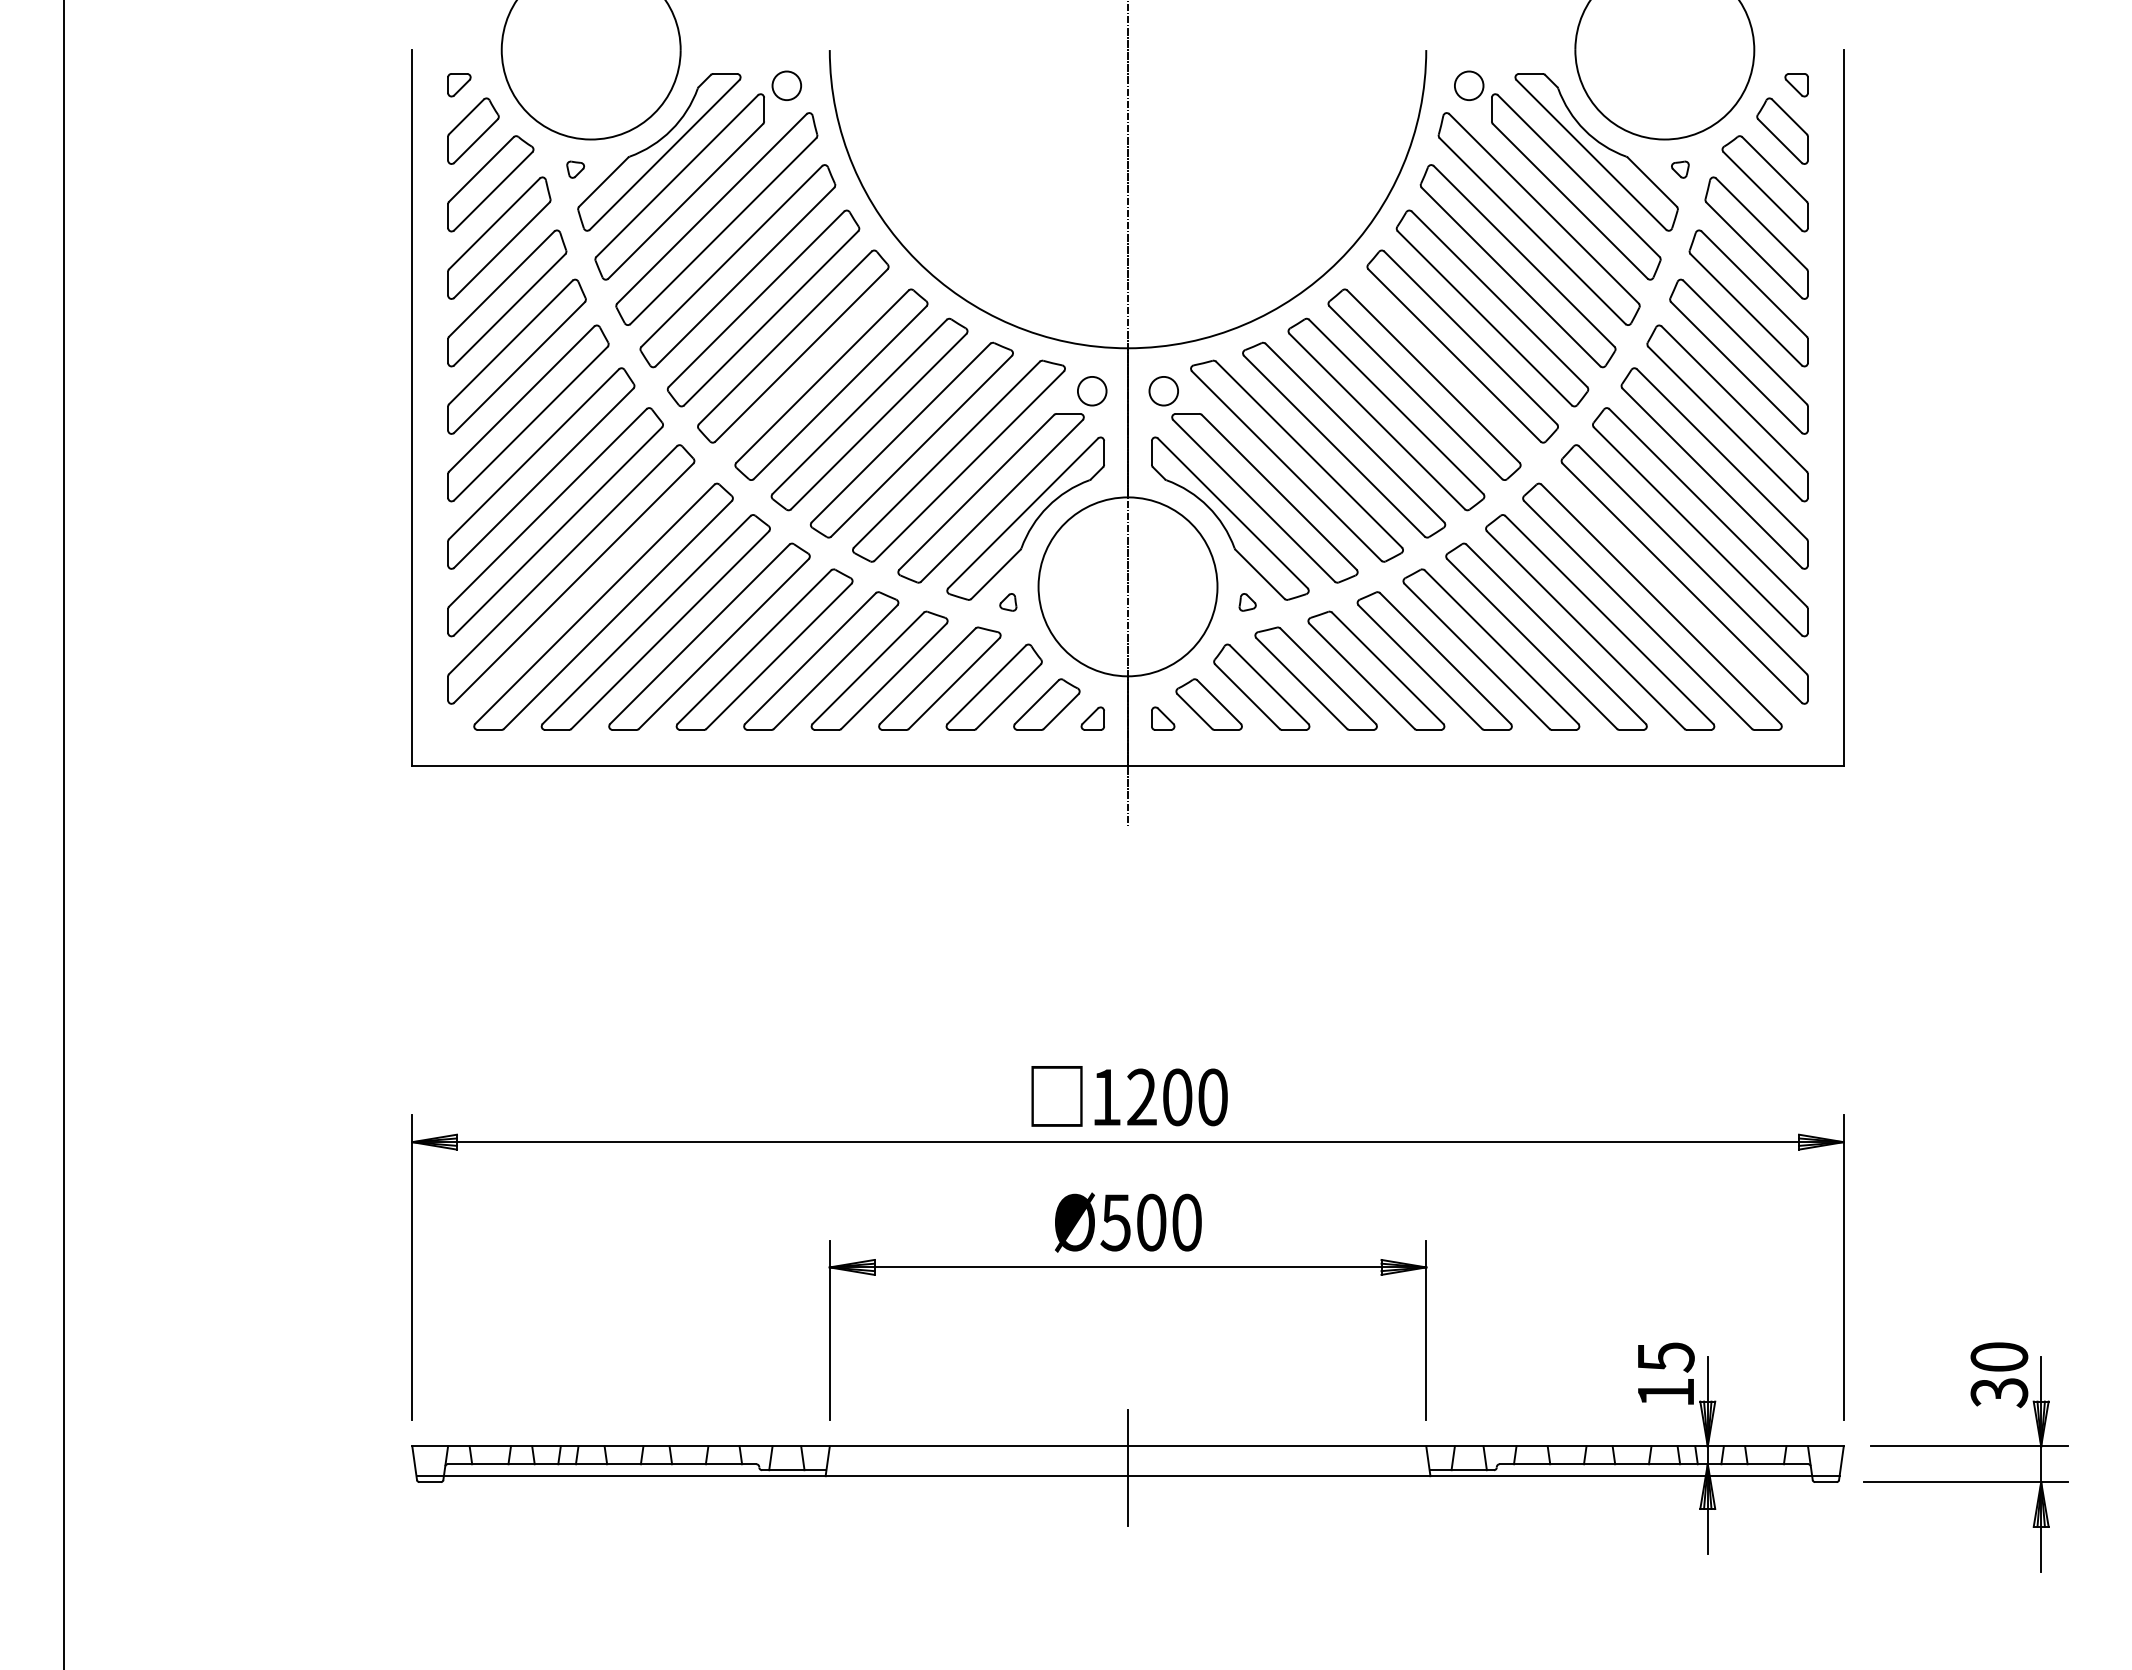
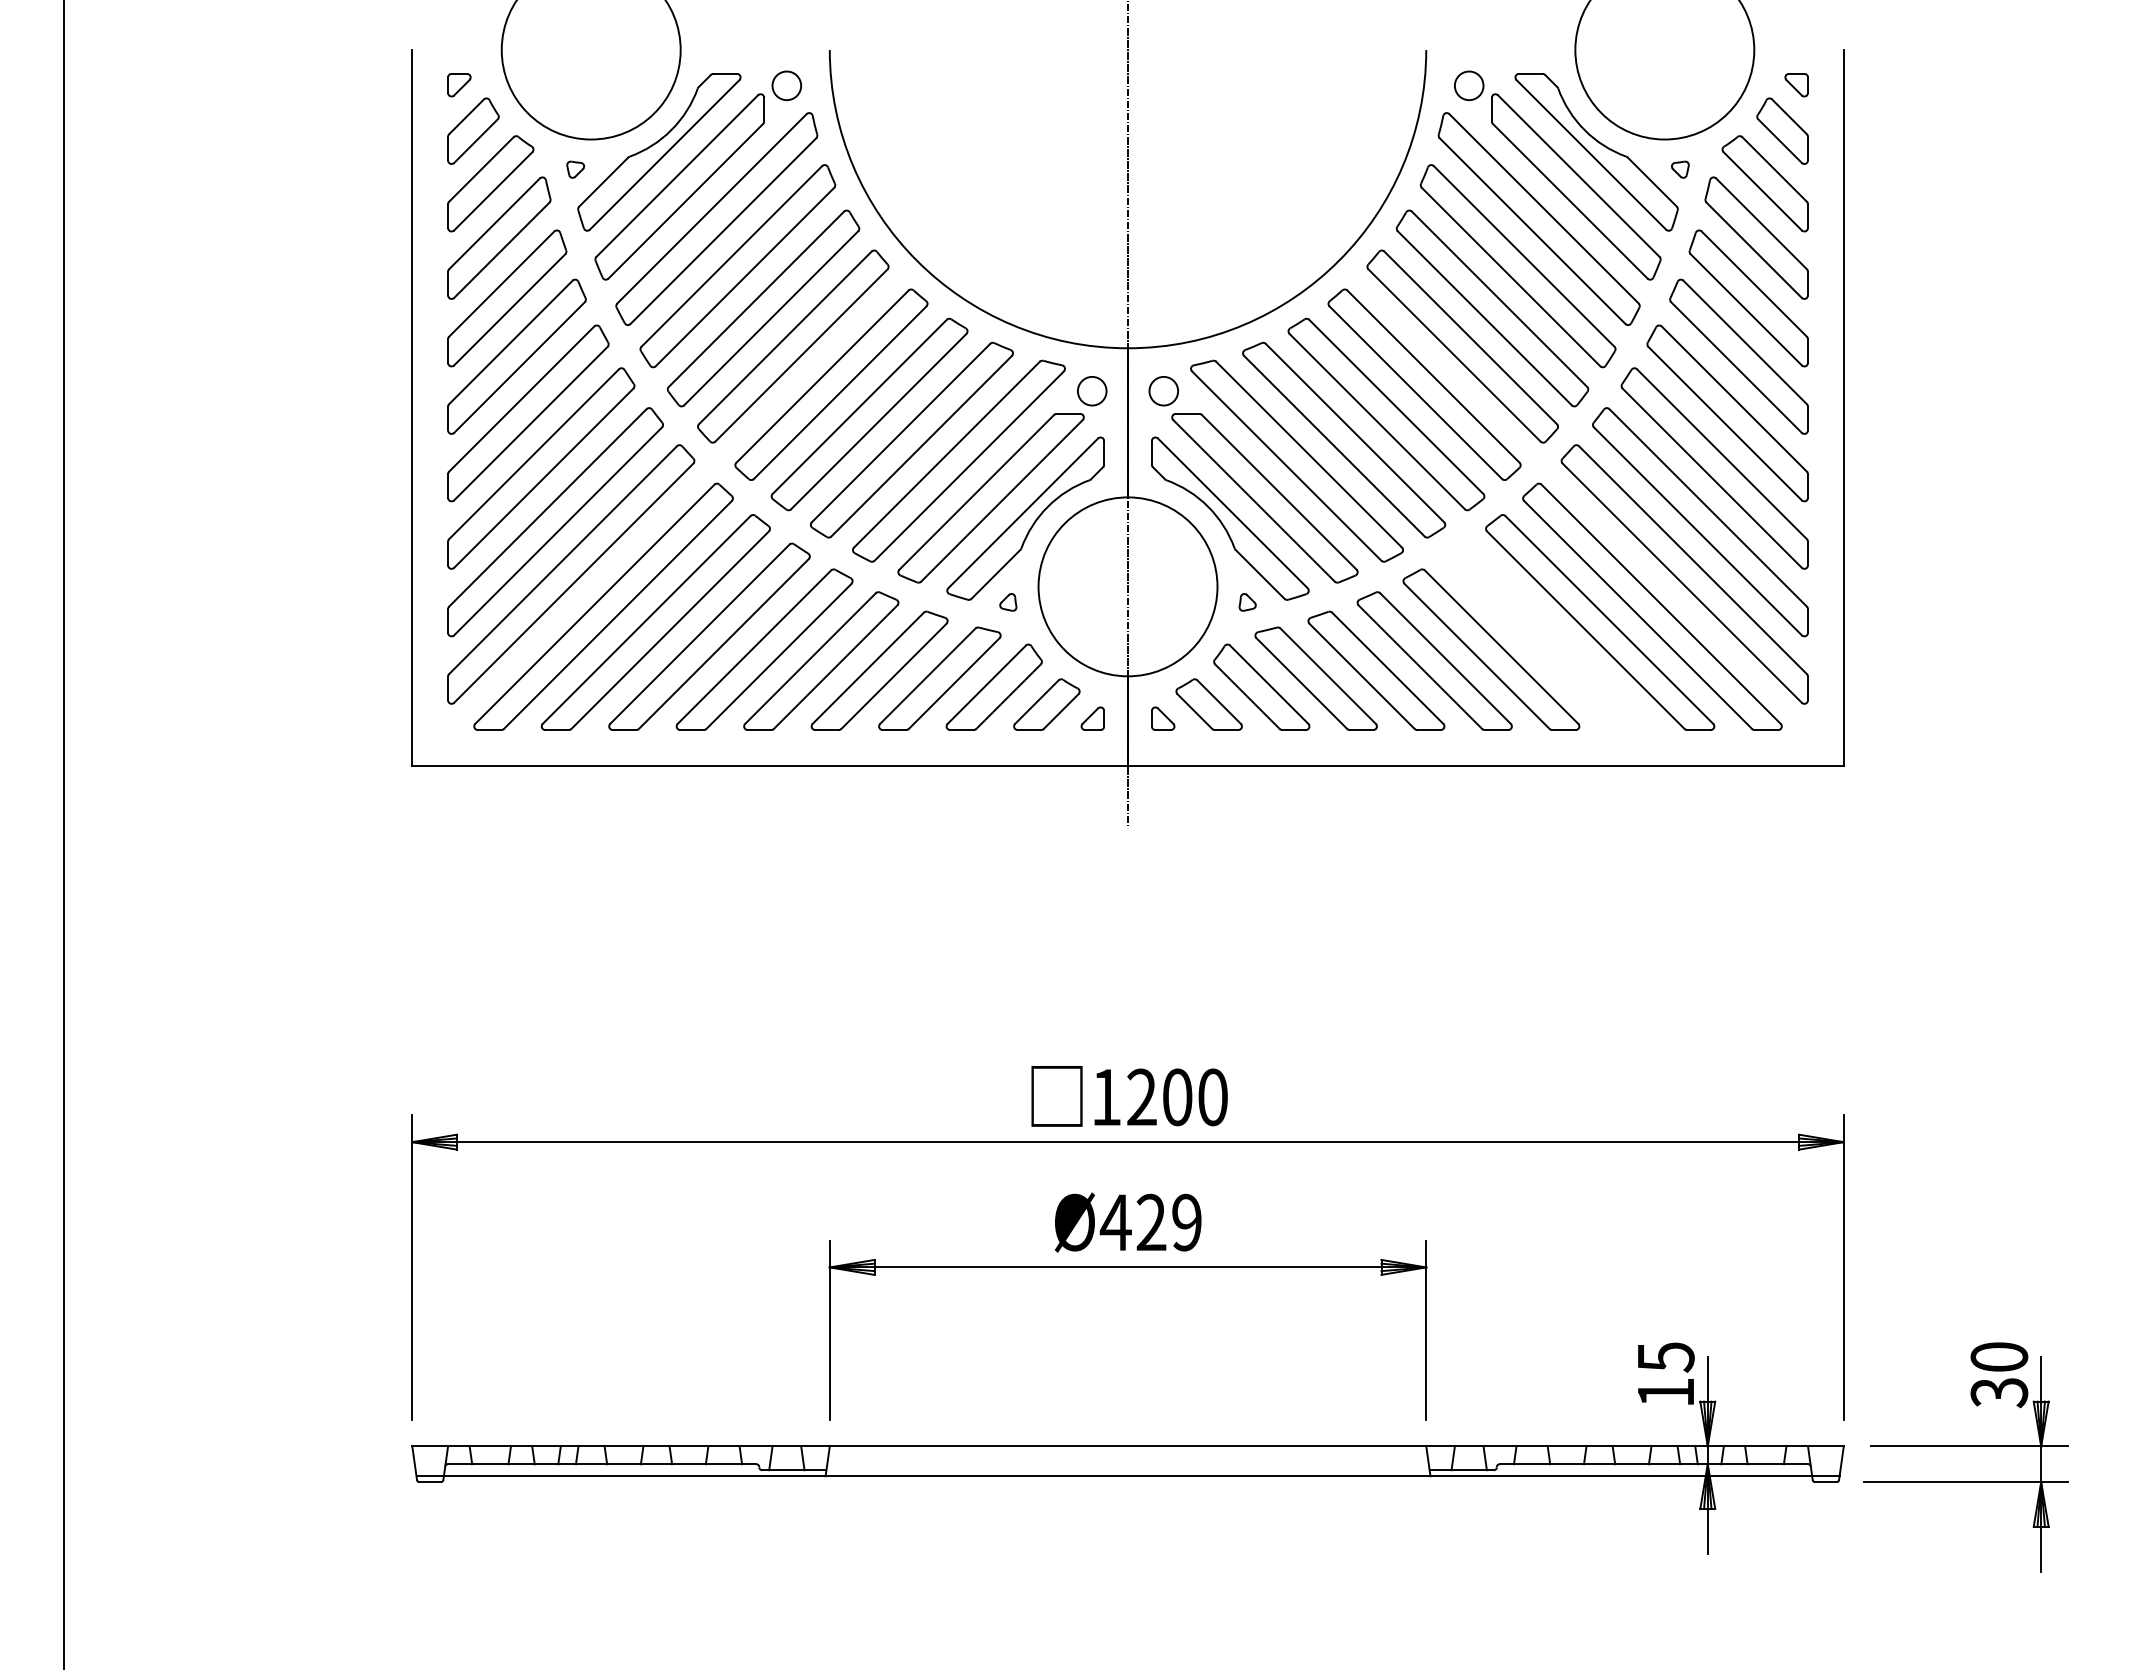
part at (1546, 636): present -> none
text at (1150, 1222): Ø500 -> Ø429
line at (1128, 1468): present -> none
